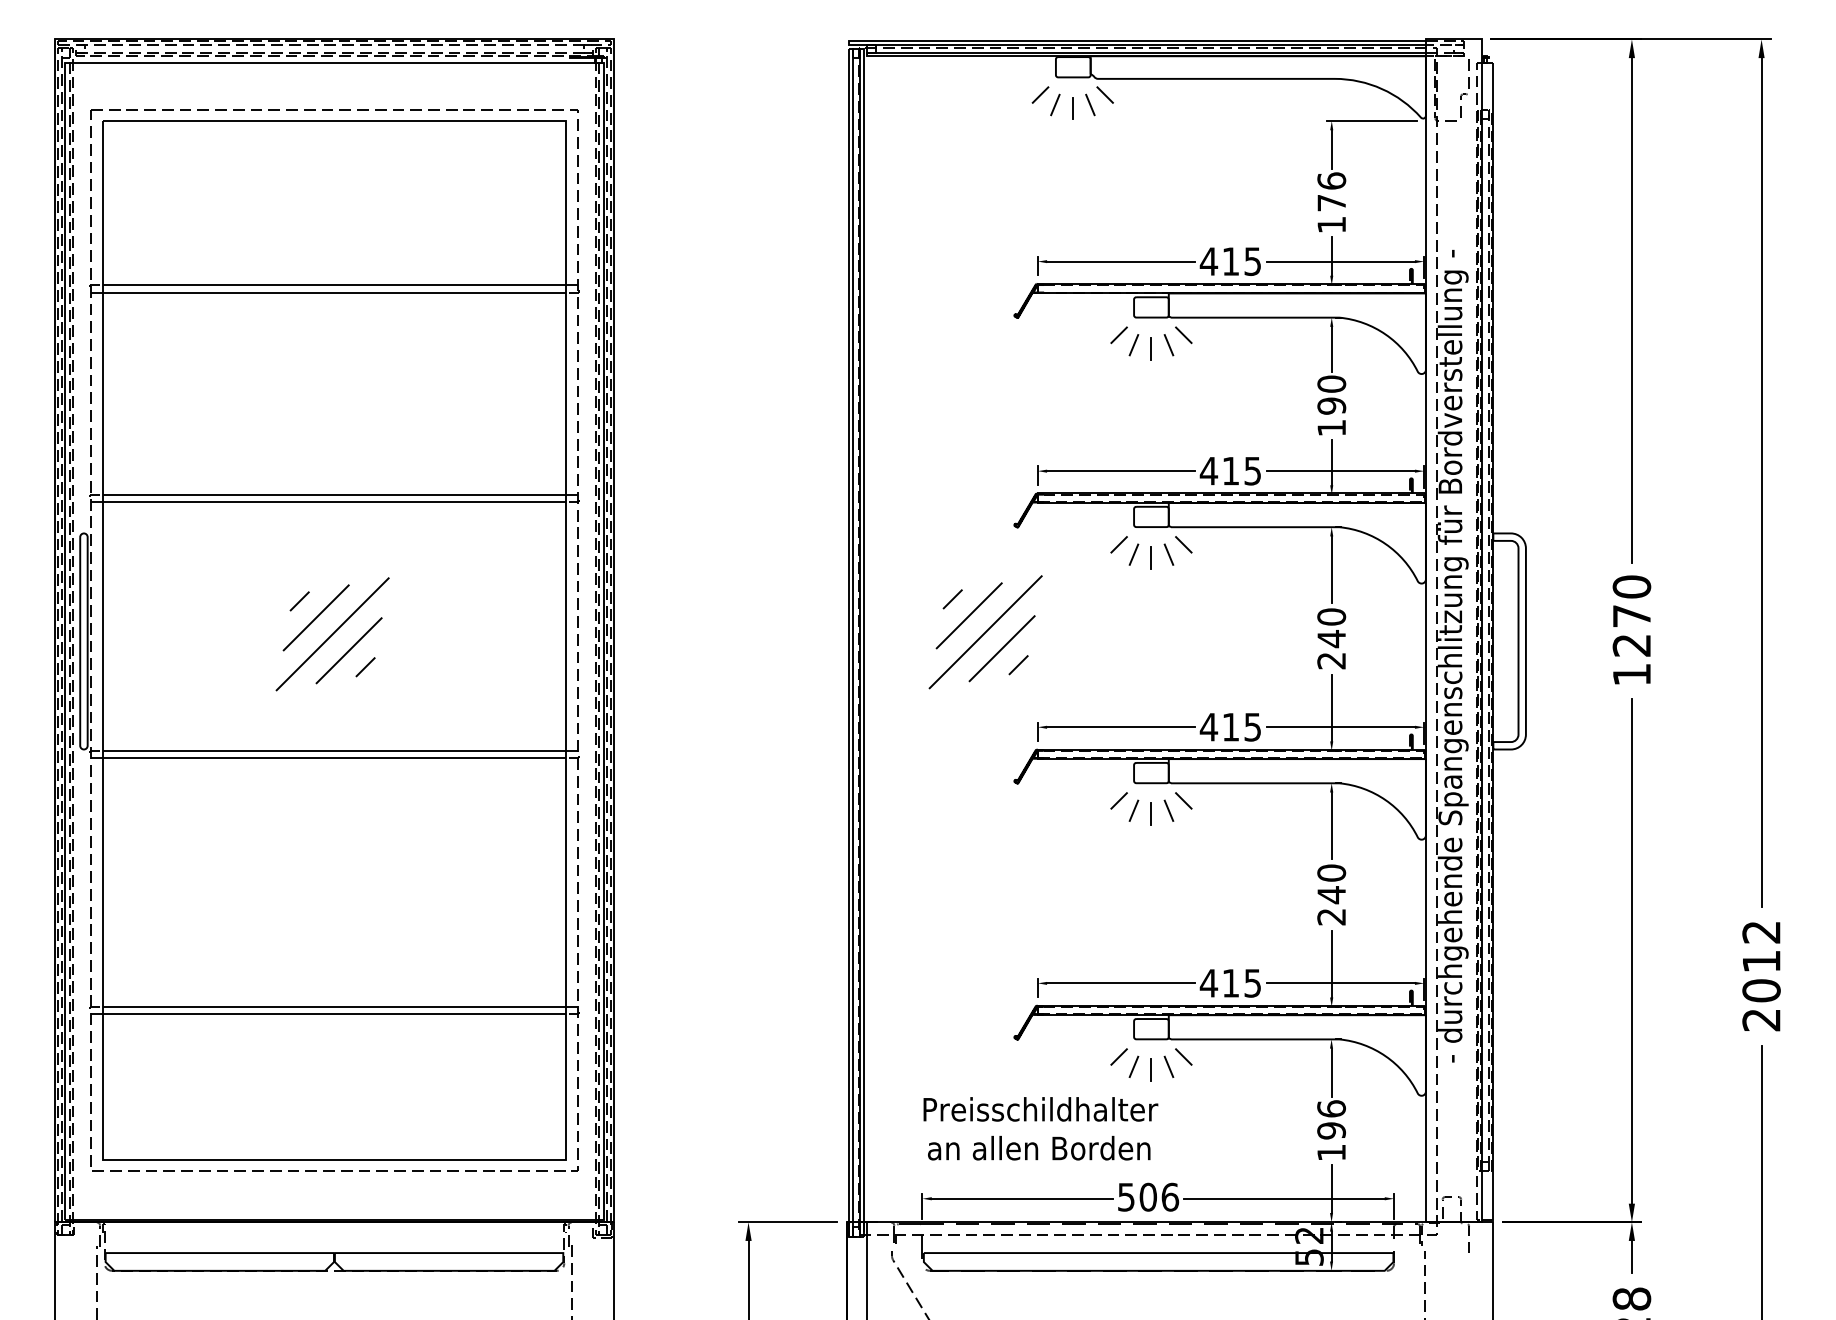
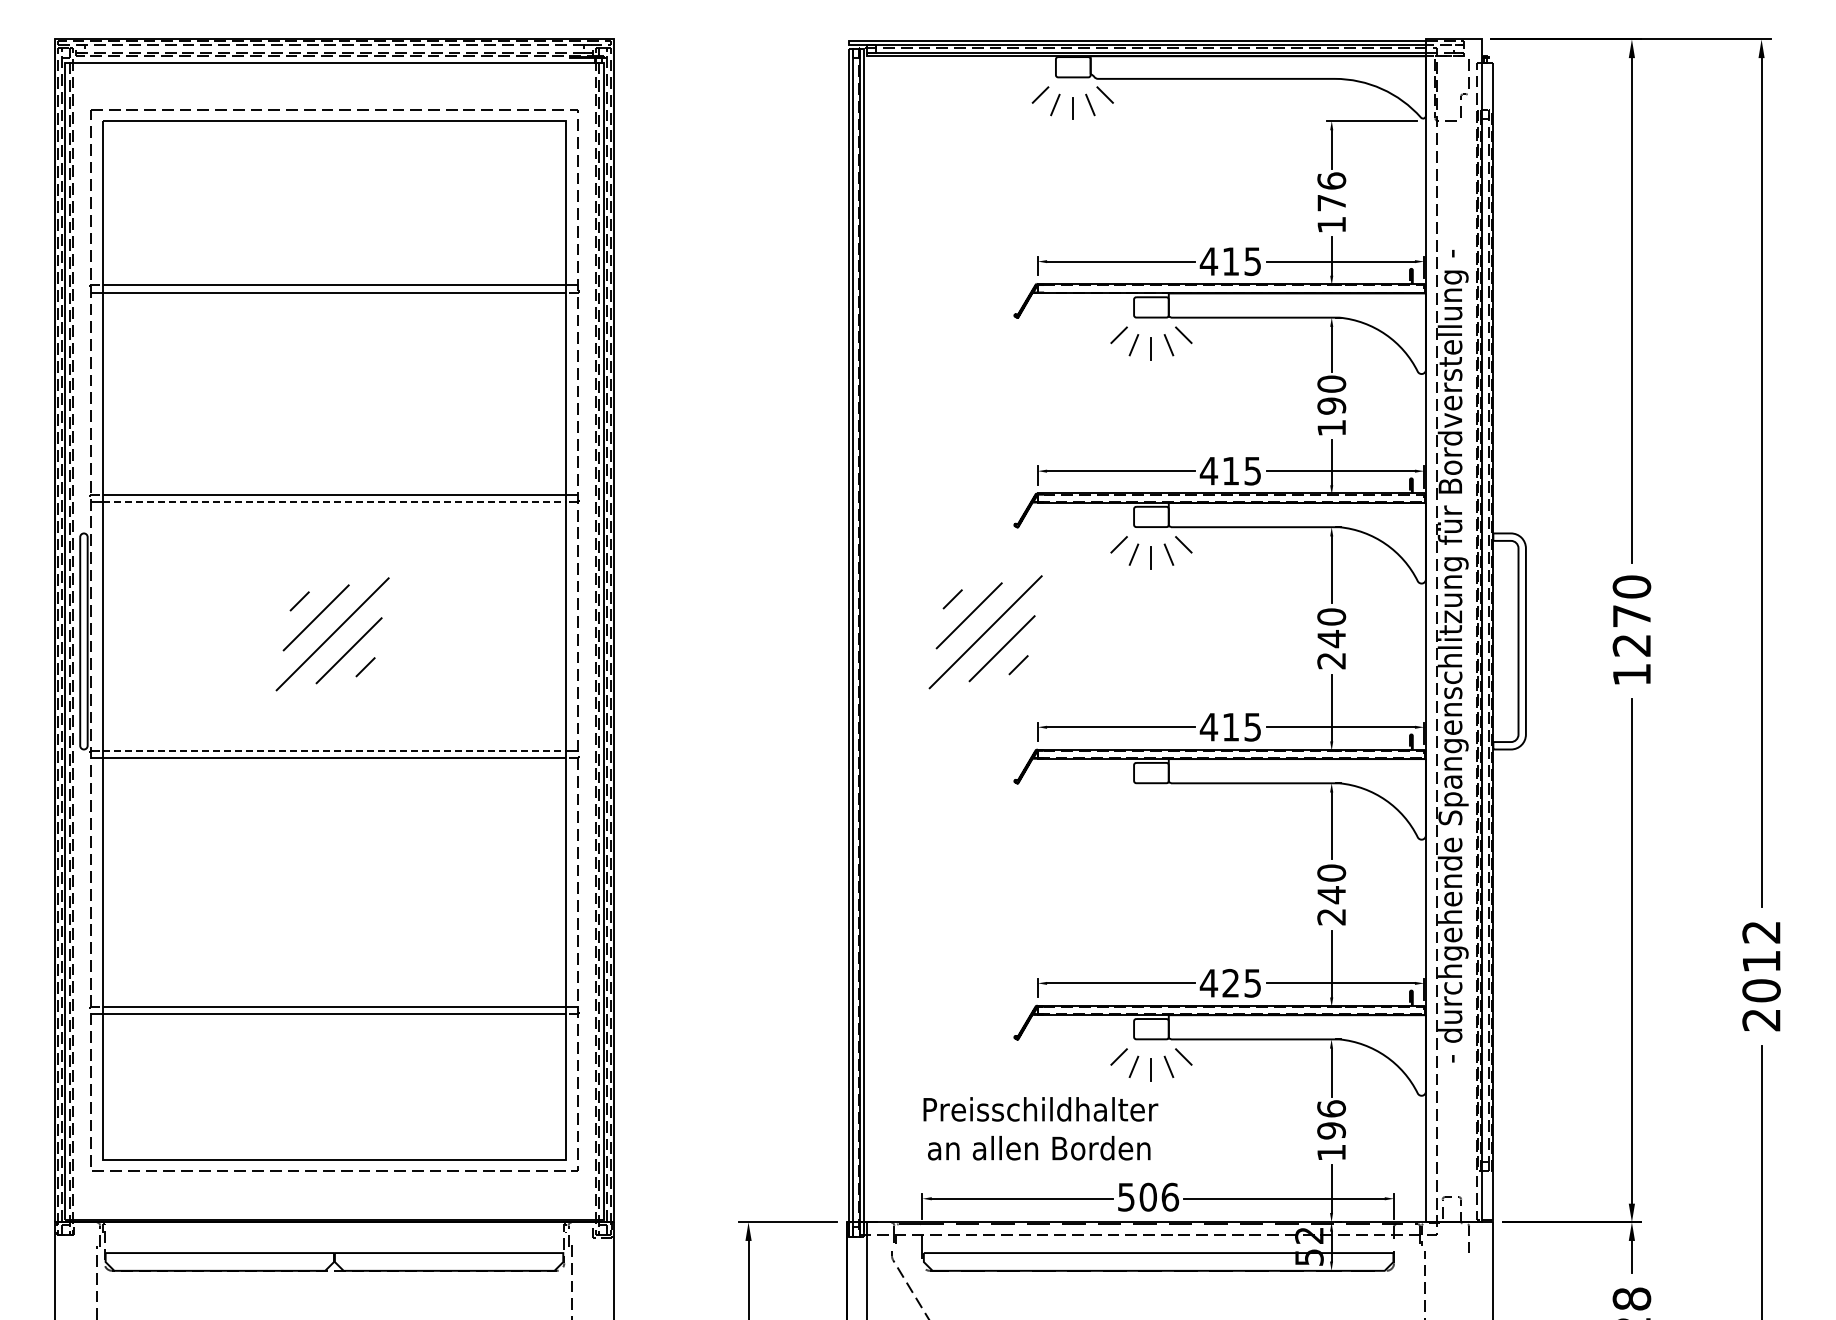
line at (334, 502): solid -> dashed
line at (334, 750): solid -> dashed
part at (1151, 808): present -> none
text at (1230, 983): 415 -> 425
